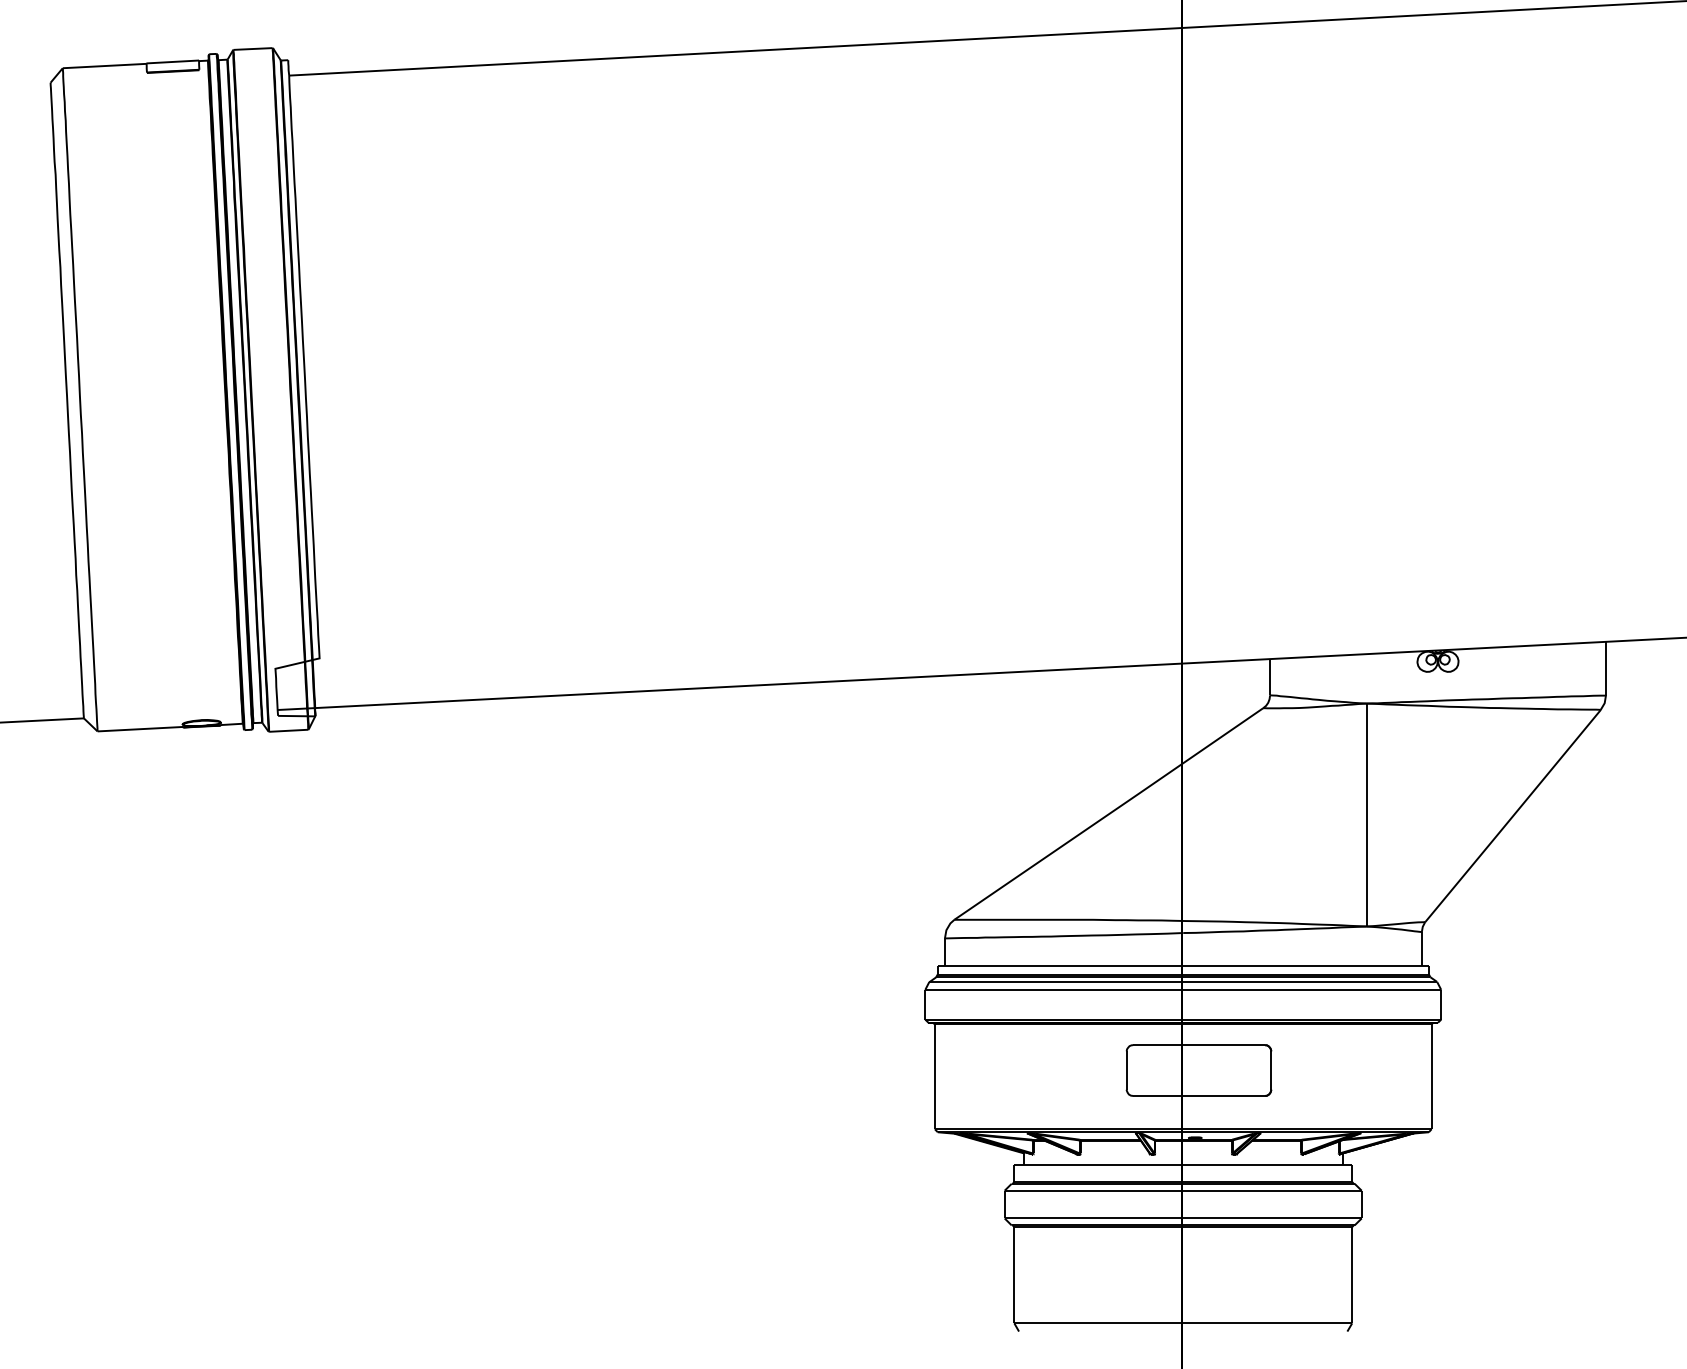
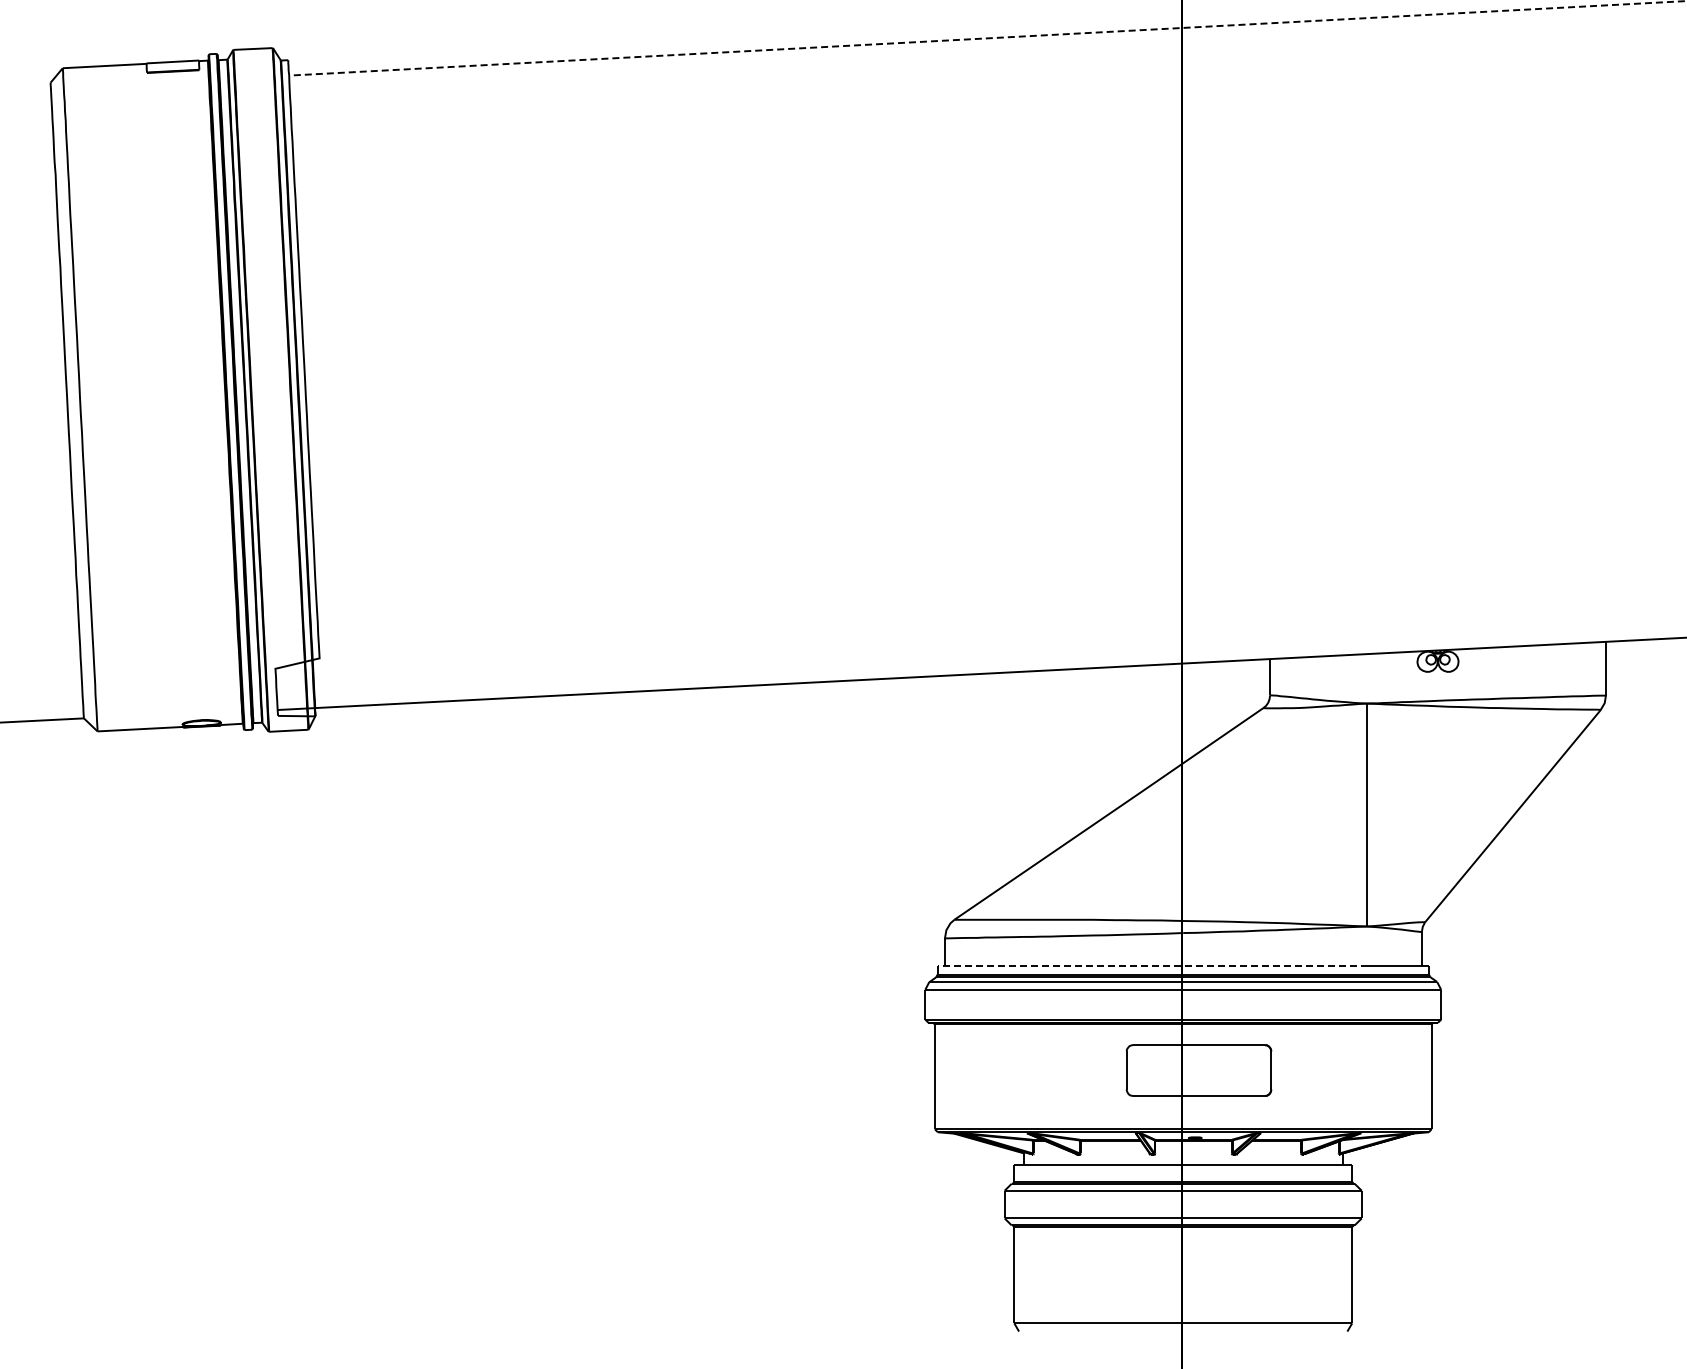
line at (988, 38): solid -> dashed
line at (1152, 965): solid -> dashed
